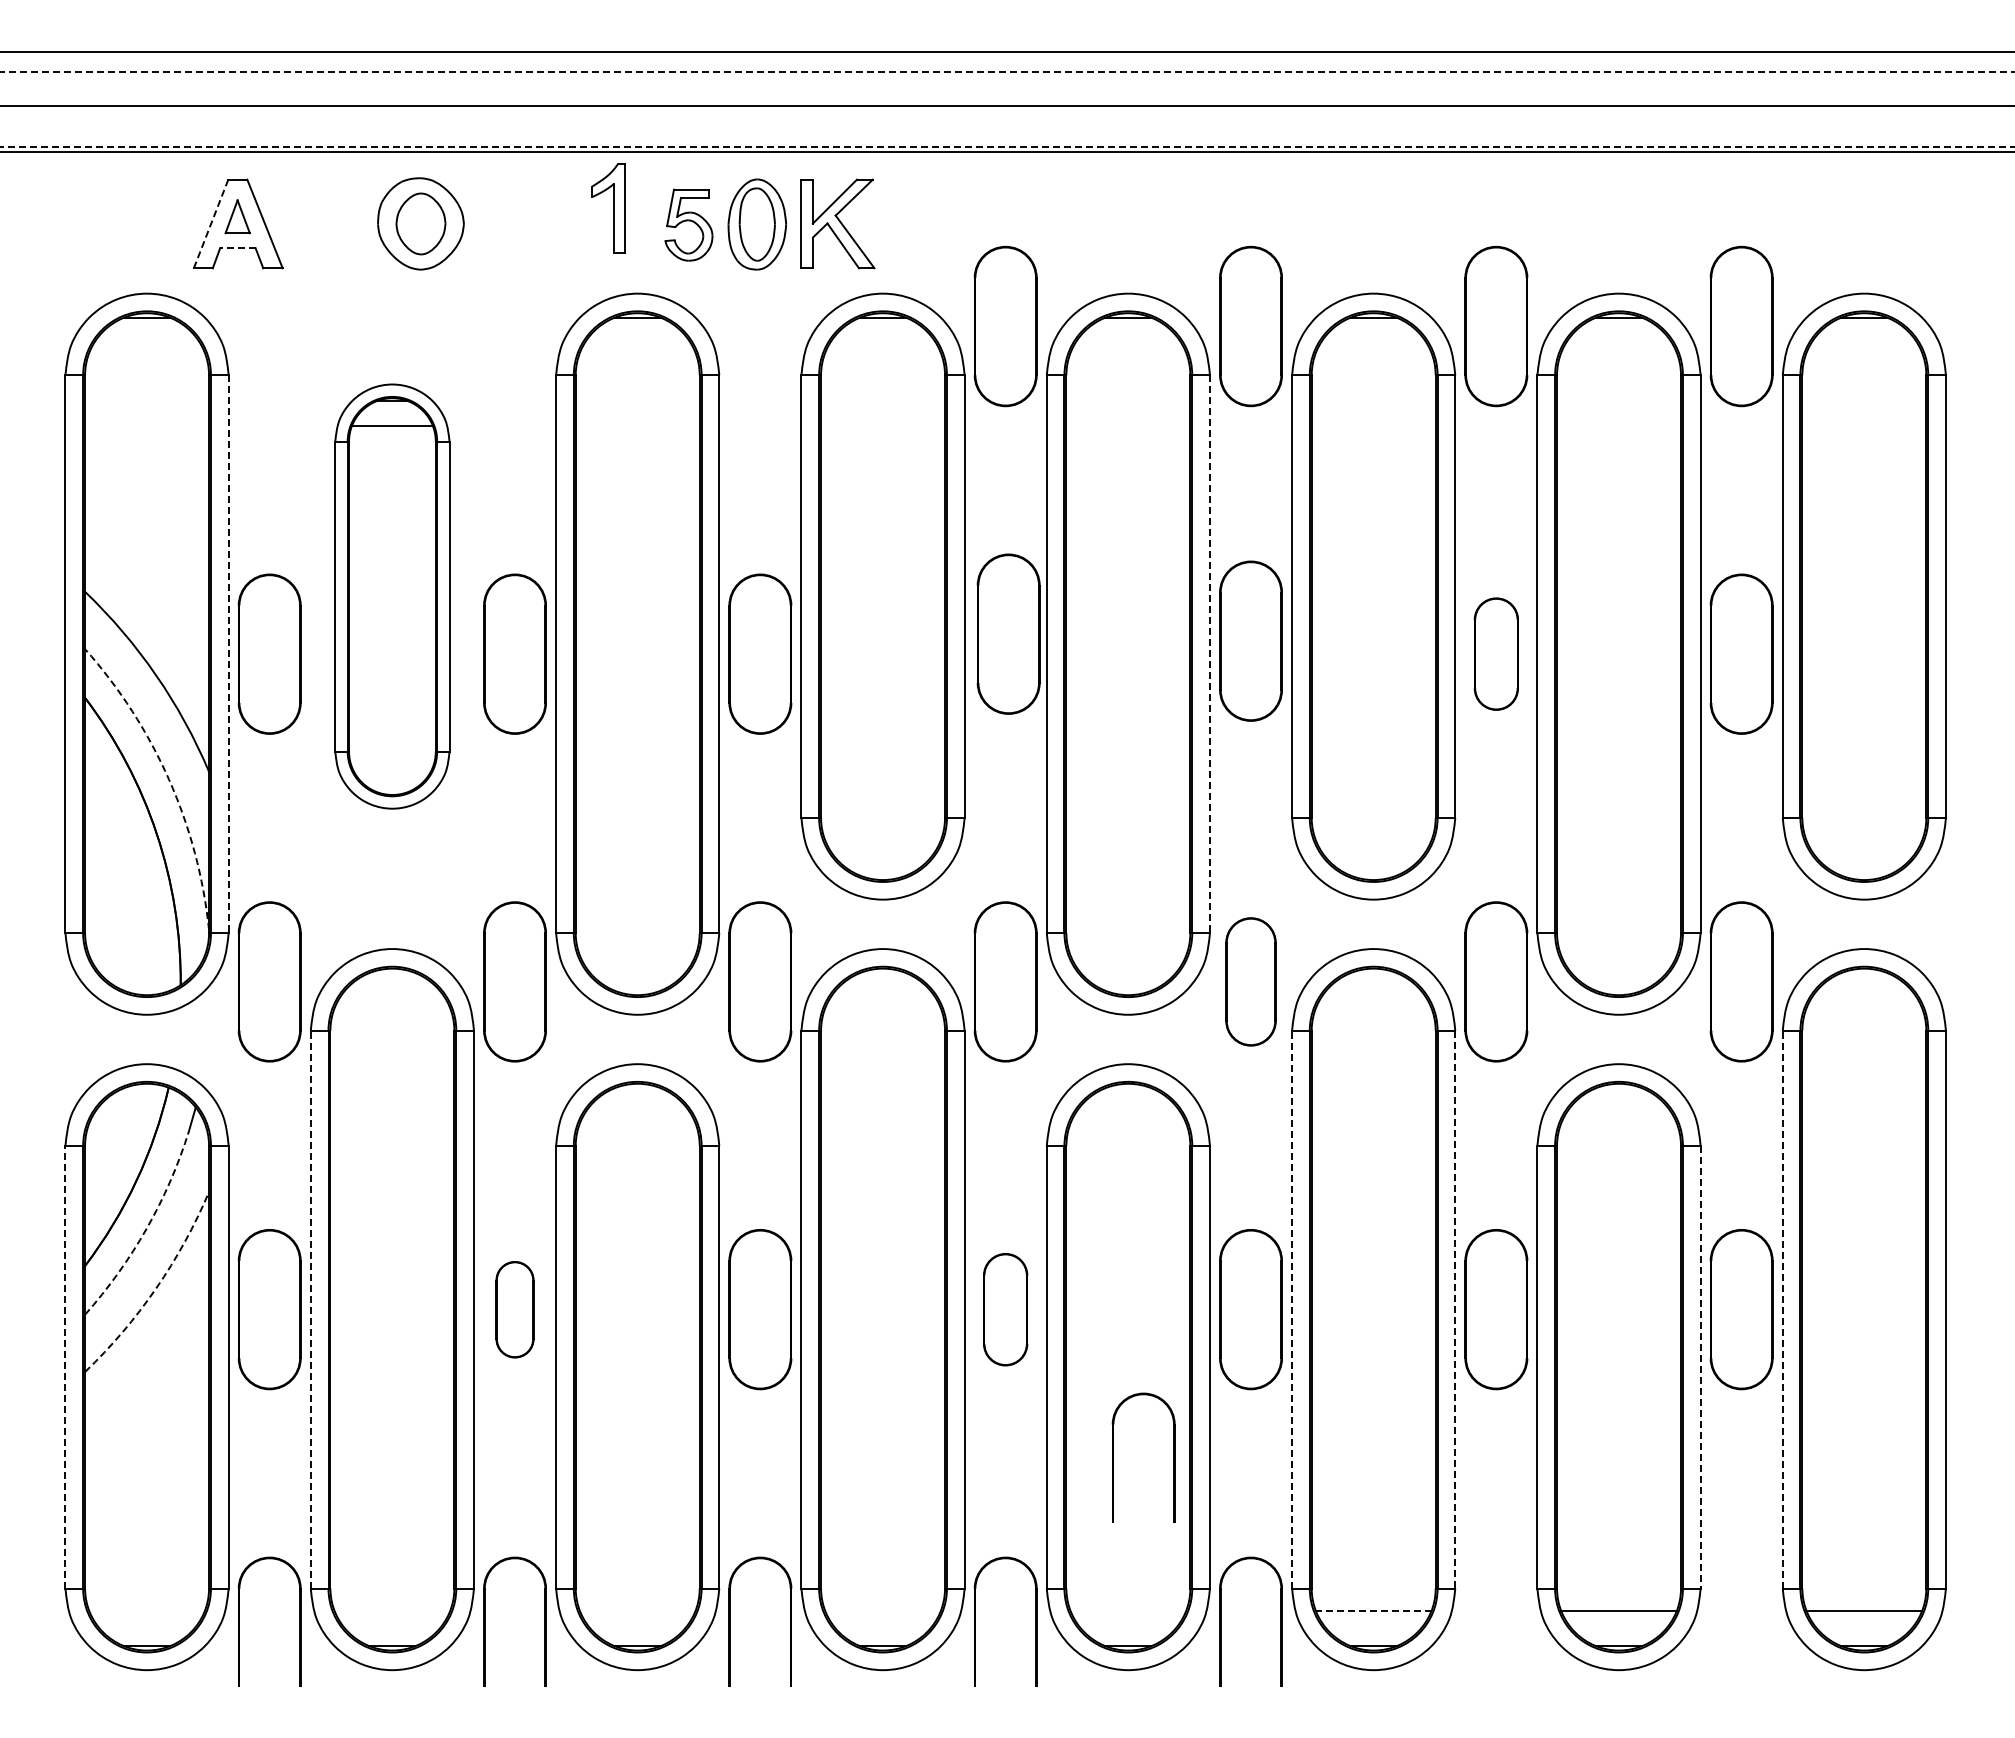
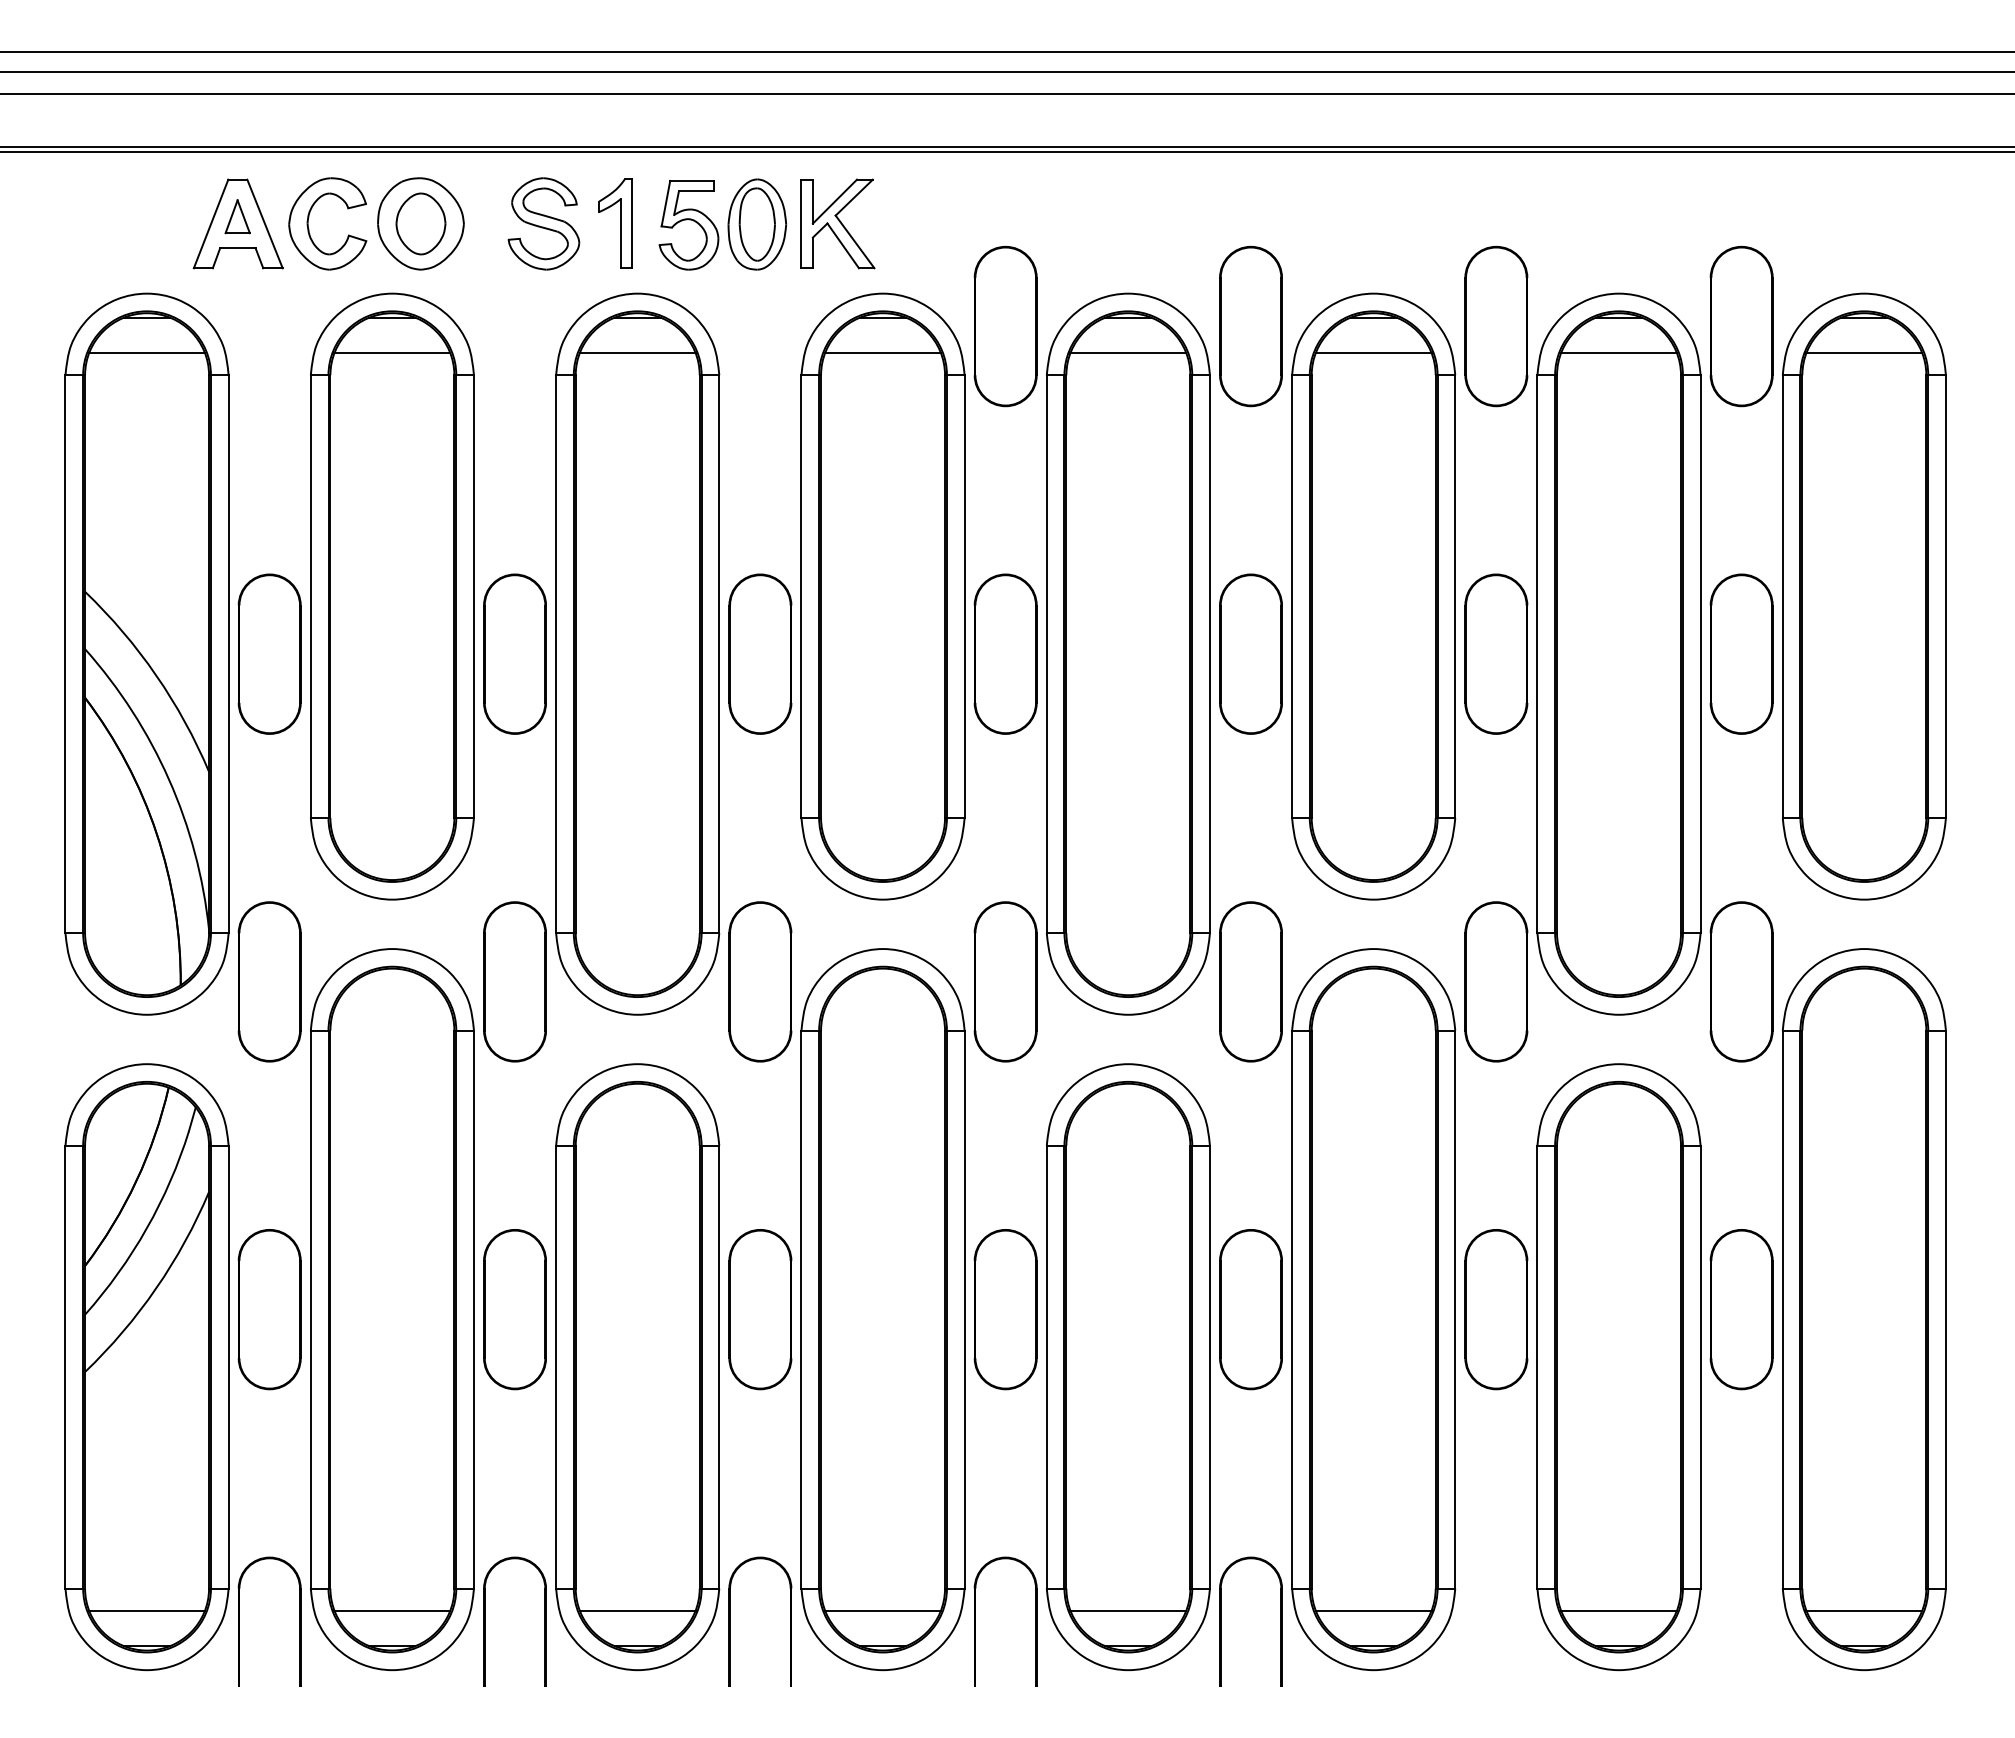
line at (1007, 72): dashed -> solid
line at (1006, 106) position: (1006, 106) -> (1006, 94)
line at (1007, 146): dashed -> solid
part at (608, 208) position: (608, 208) -> (615, 223)
line at (211, 223): dashed -> solid
part at (543, 223): none -> present
part at (688, 224) size: 50x74 px -> 62x92 px
part at (309, 228): none -> present
line at (237, 248): dashed -> solid
line at (146, 353): none -> present
line at (637, 353): none -> present
line at (882, 353): none -> present
line at (1128, 353): none -> present
line at (1373, 353): none -> present
line at (1618, 353): none -> present
line at (1864, 353): none -> present
part at (392, 596) size: 117x427 px -> 165x609 px
part at (1008, 633) position: (1008, 633) -> (1005, 653)
part at (1250, 640) position: (1250, 640) -> (1250, 653)
part at (1495, 653) size: 46x114 px -> 65x162 px
line at (228, 654): dashed -> solid
line at (1209, 654): dashed -> solid
arc at (169, 779): dashed -> solid
part at (1250, 981) size: 52x130 px -> 64x162 px
arc at (146, 1228): dashed -> solid
arc at (156, 1288): dashed -> solid
line at (310, 1309): dashed -> solid
part at (514, 1309) size: 40x98 px -> 64x162 px
part at (1005, 1309) size: 46x114 px -> 65x162 px
line at (1292, 1309): dashed -> solid
line at (1455, 1309): dashed -> solid
line at (1782, 1309): dashed -> solid
line at (65, 1366): dashed -> solid
line at (1700, 1367): dashed -> solid
part at (1113, 1457): present -> none
line at (146, 1610): none -> present
line at (392, 1610): none -> present
line at (637, 1610): none -> present
line at (882, 1610): none -> present
line at (1128, 1610): none -> present
line at (1373, 1610): dashed -> solid
